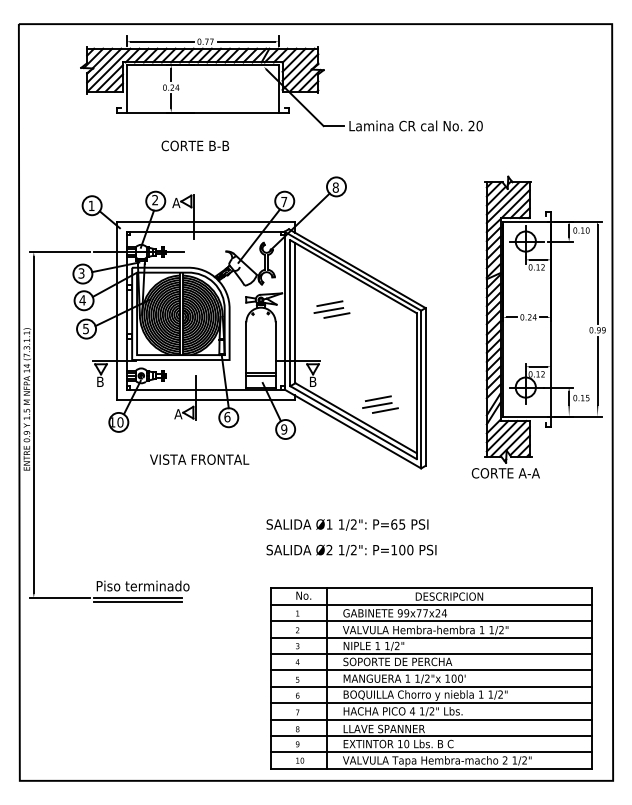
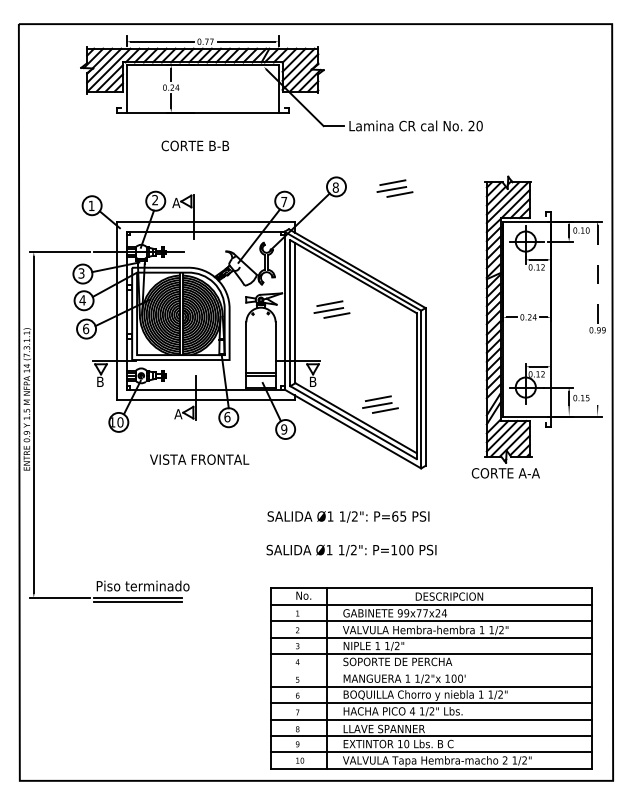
part at (394, 188): none -> present
line at (597, 274): solid -> dashed
text at (86, 328): 5 -> 6
line at (597, 370): present -> none
text at (347, 524) position: (347, 524) -> (348, 516)
text at (329, 549): Ø2 -> Ø1
line at (431, 670): present -> none
